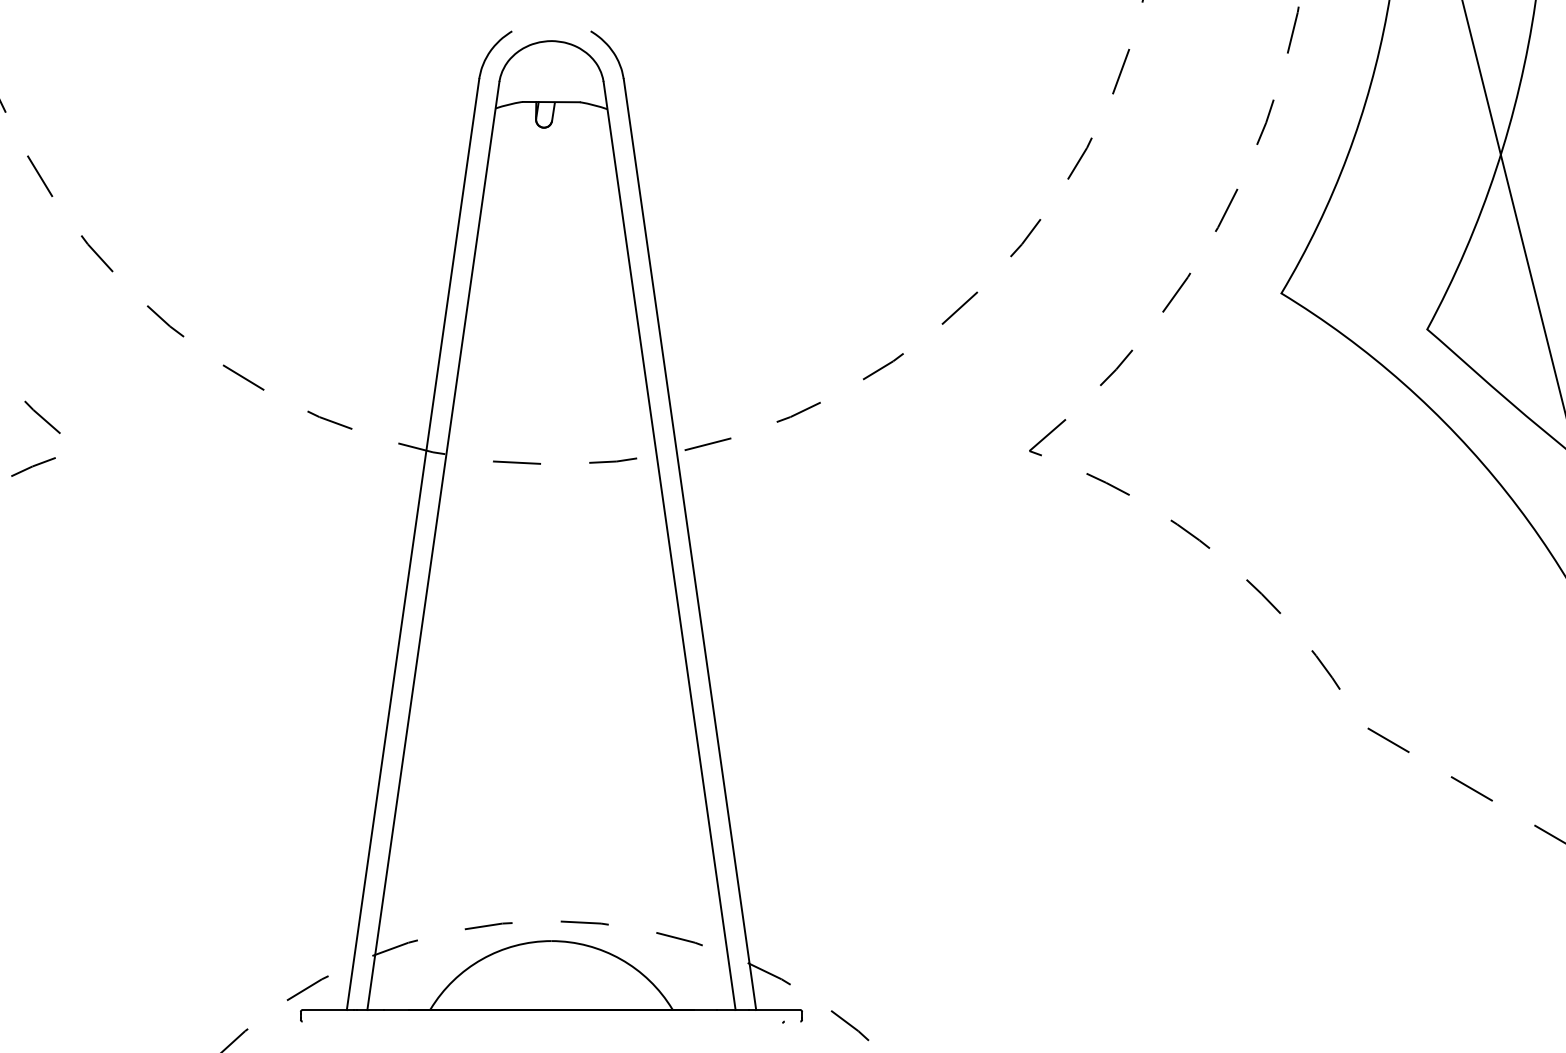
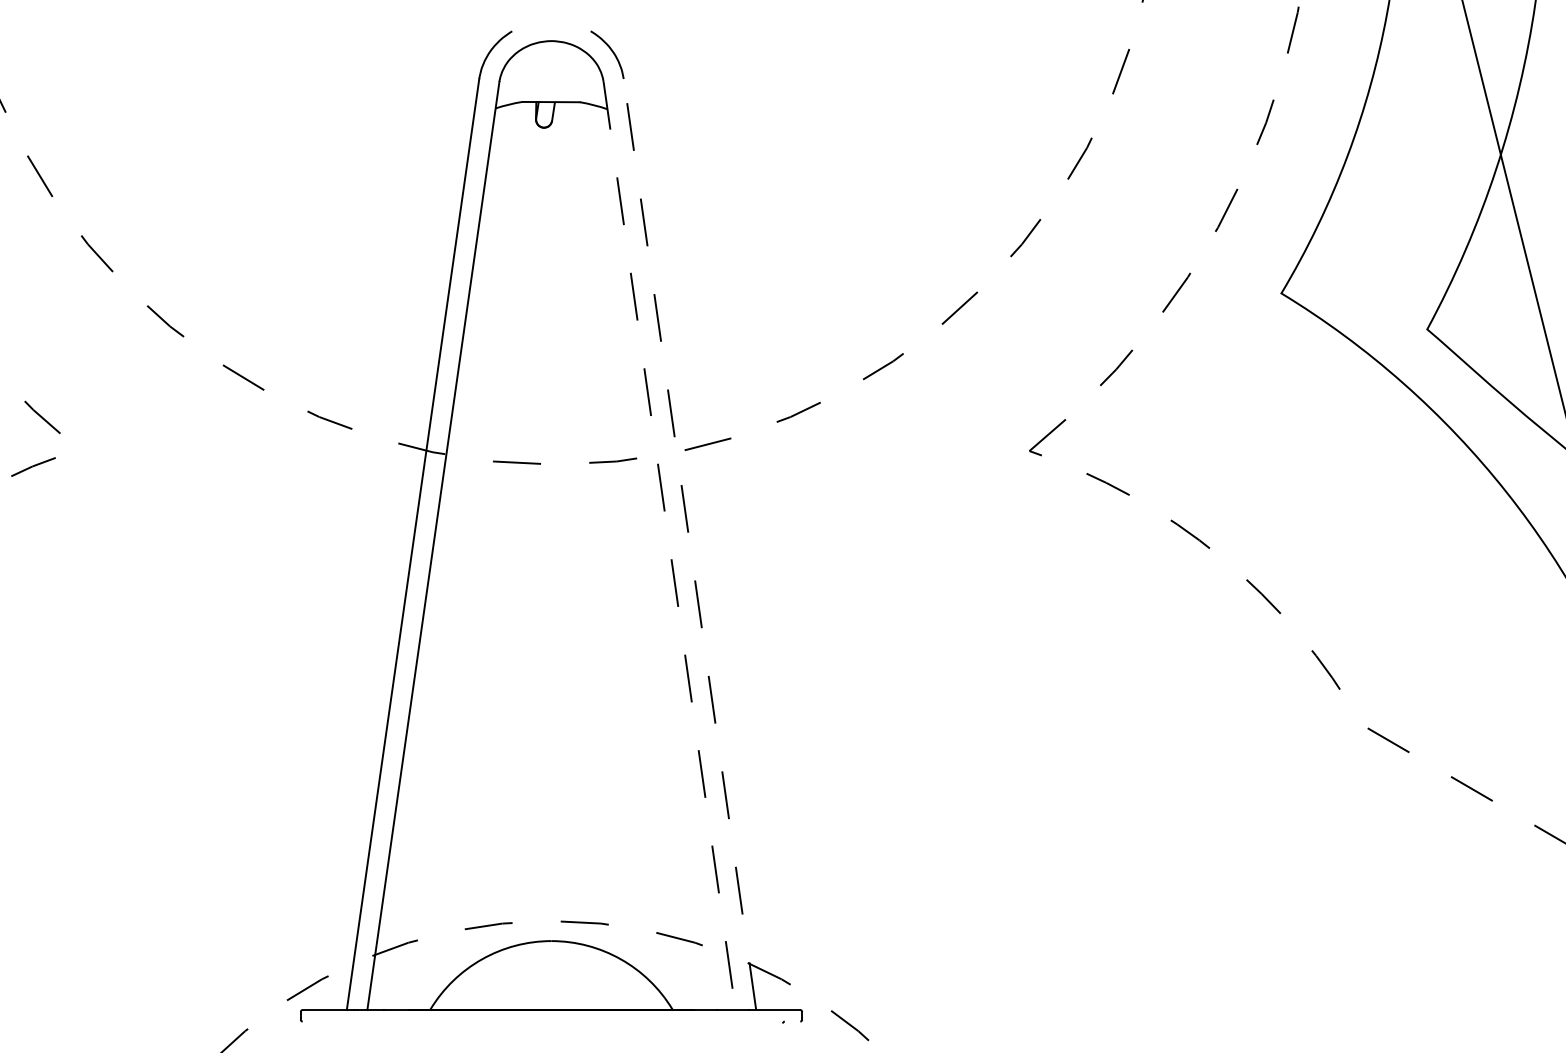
line at (689, 544): solid -> dashed
line at (669, 545): solid -> dashed
